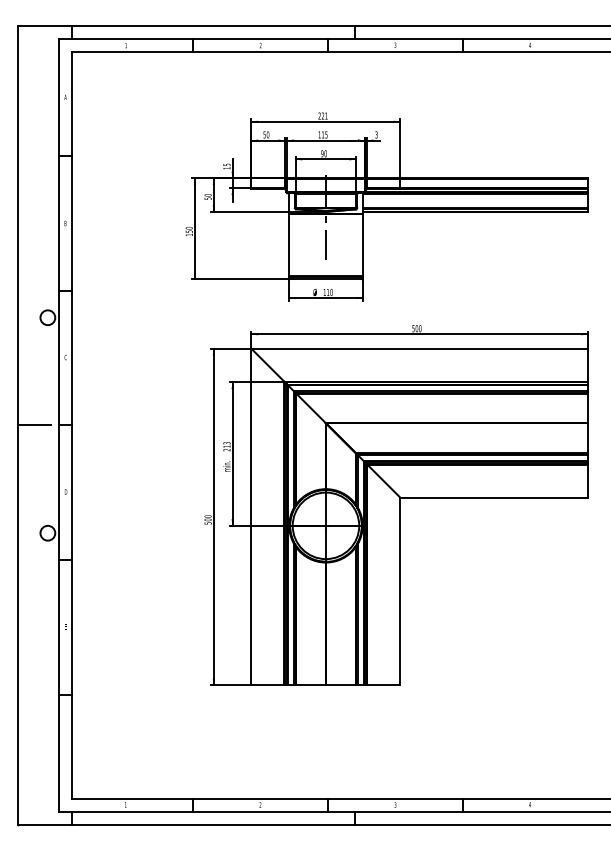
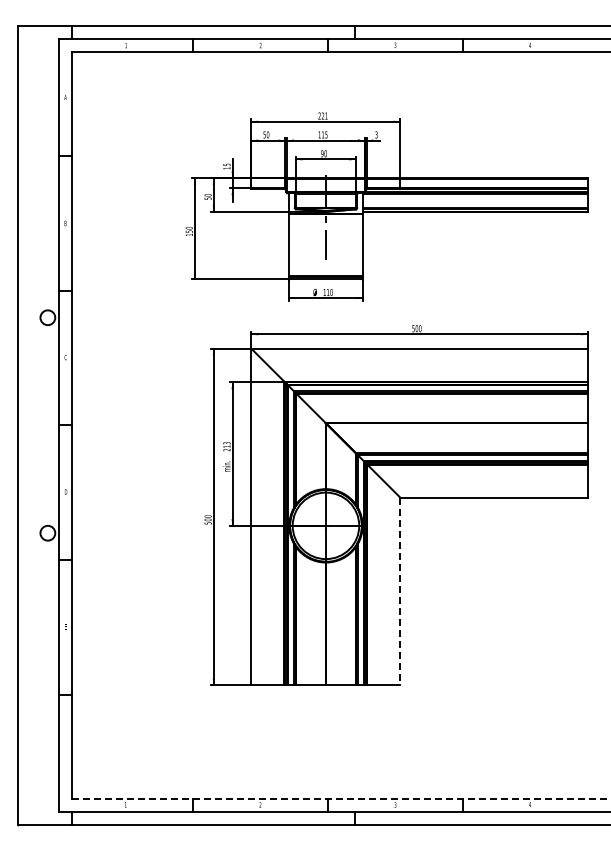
line at (34, 425): present -> none
line at (400, 591): solid -> dashed
line at (341, 798): solid -> dashed
